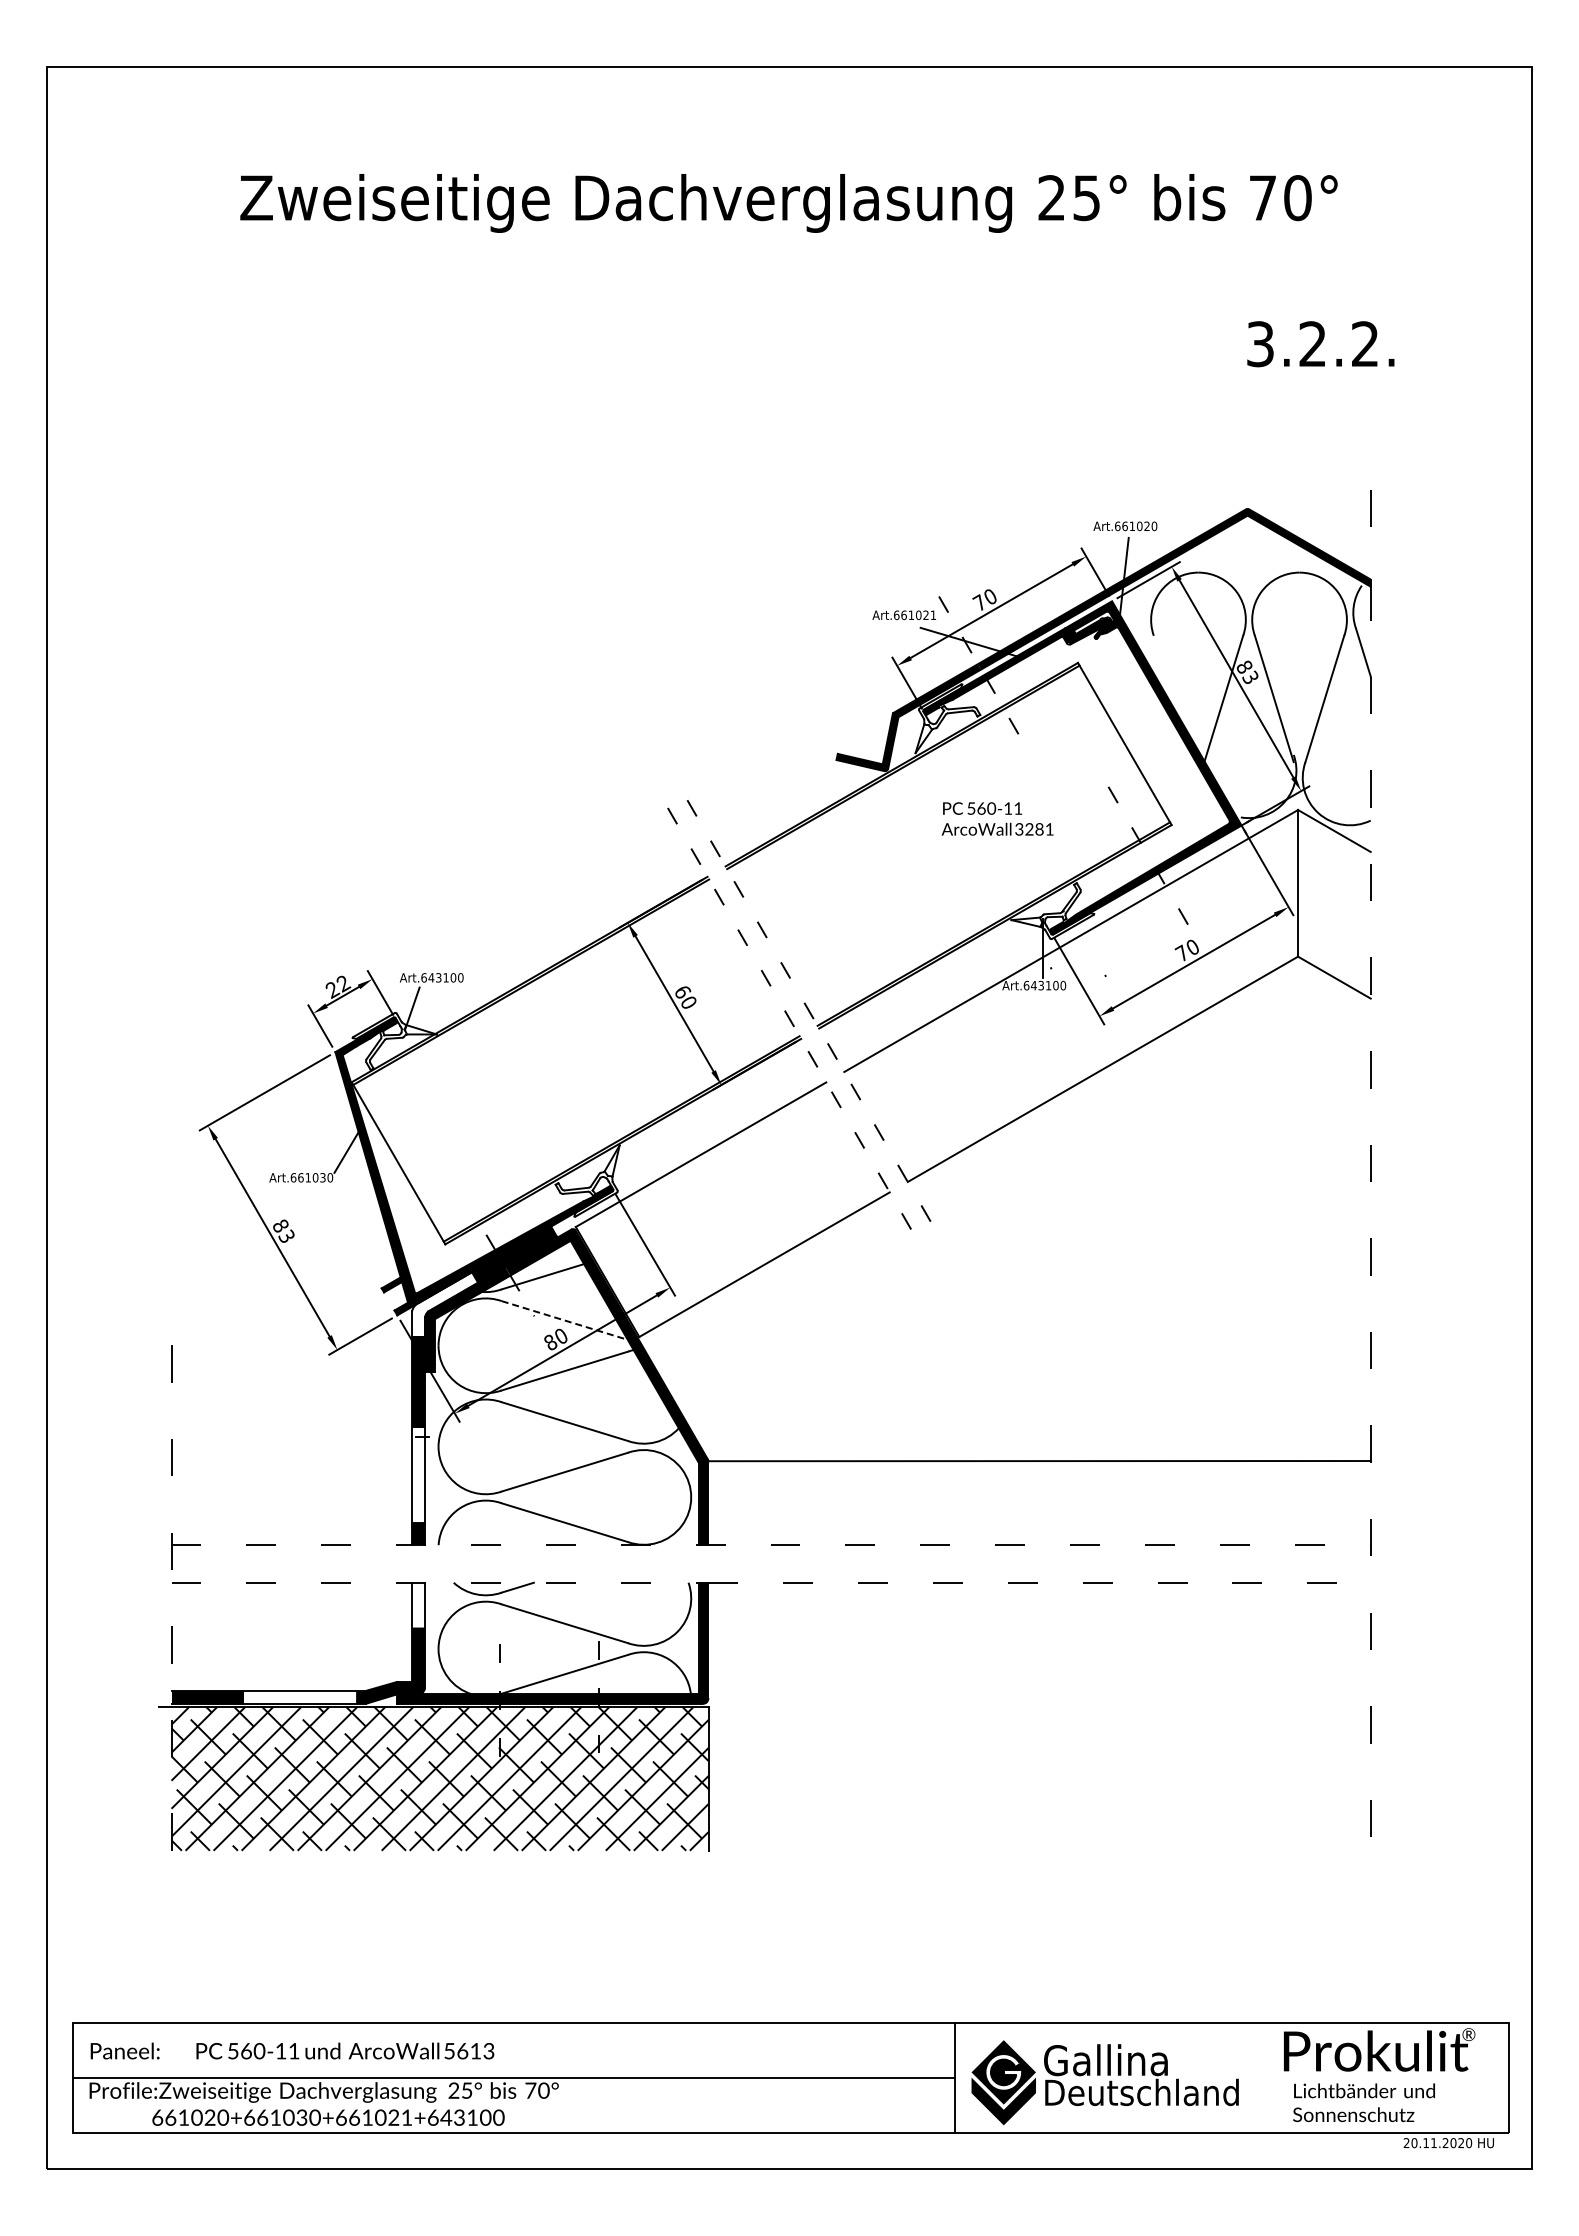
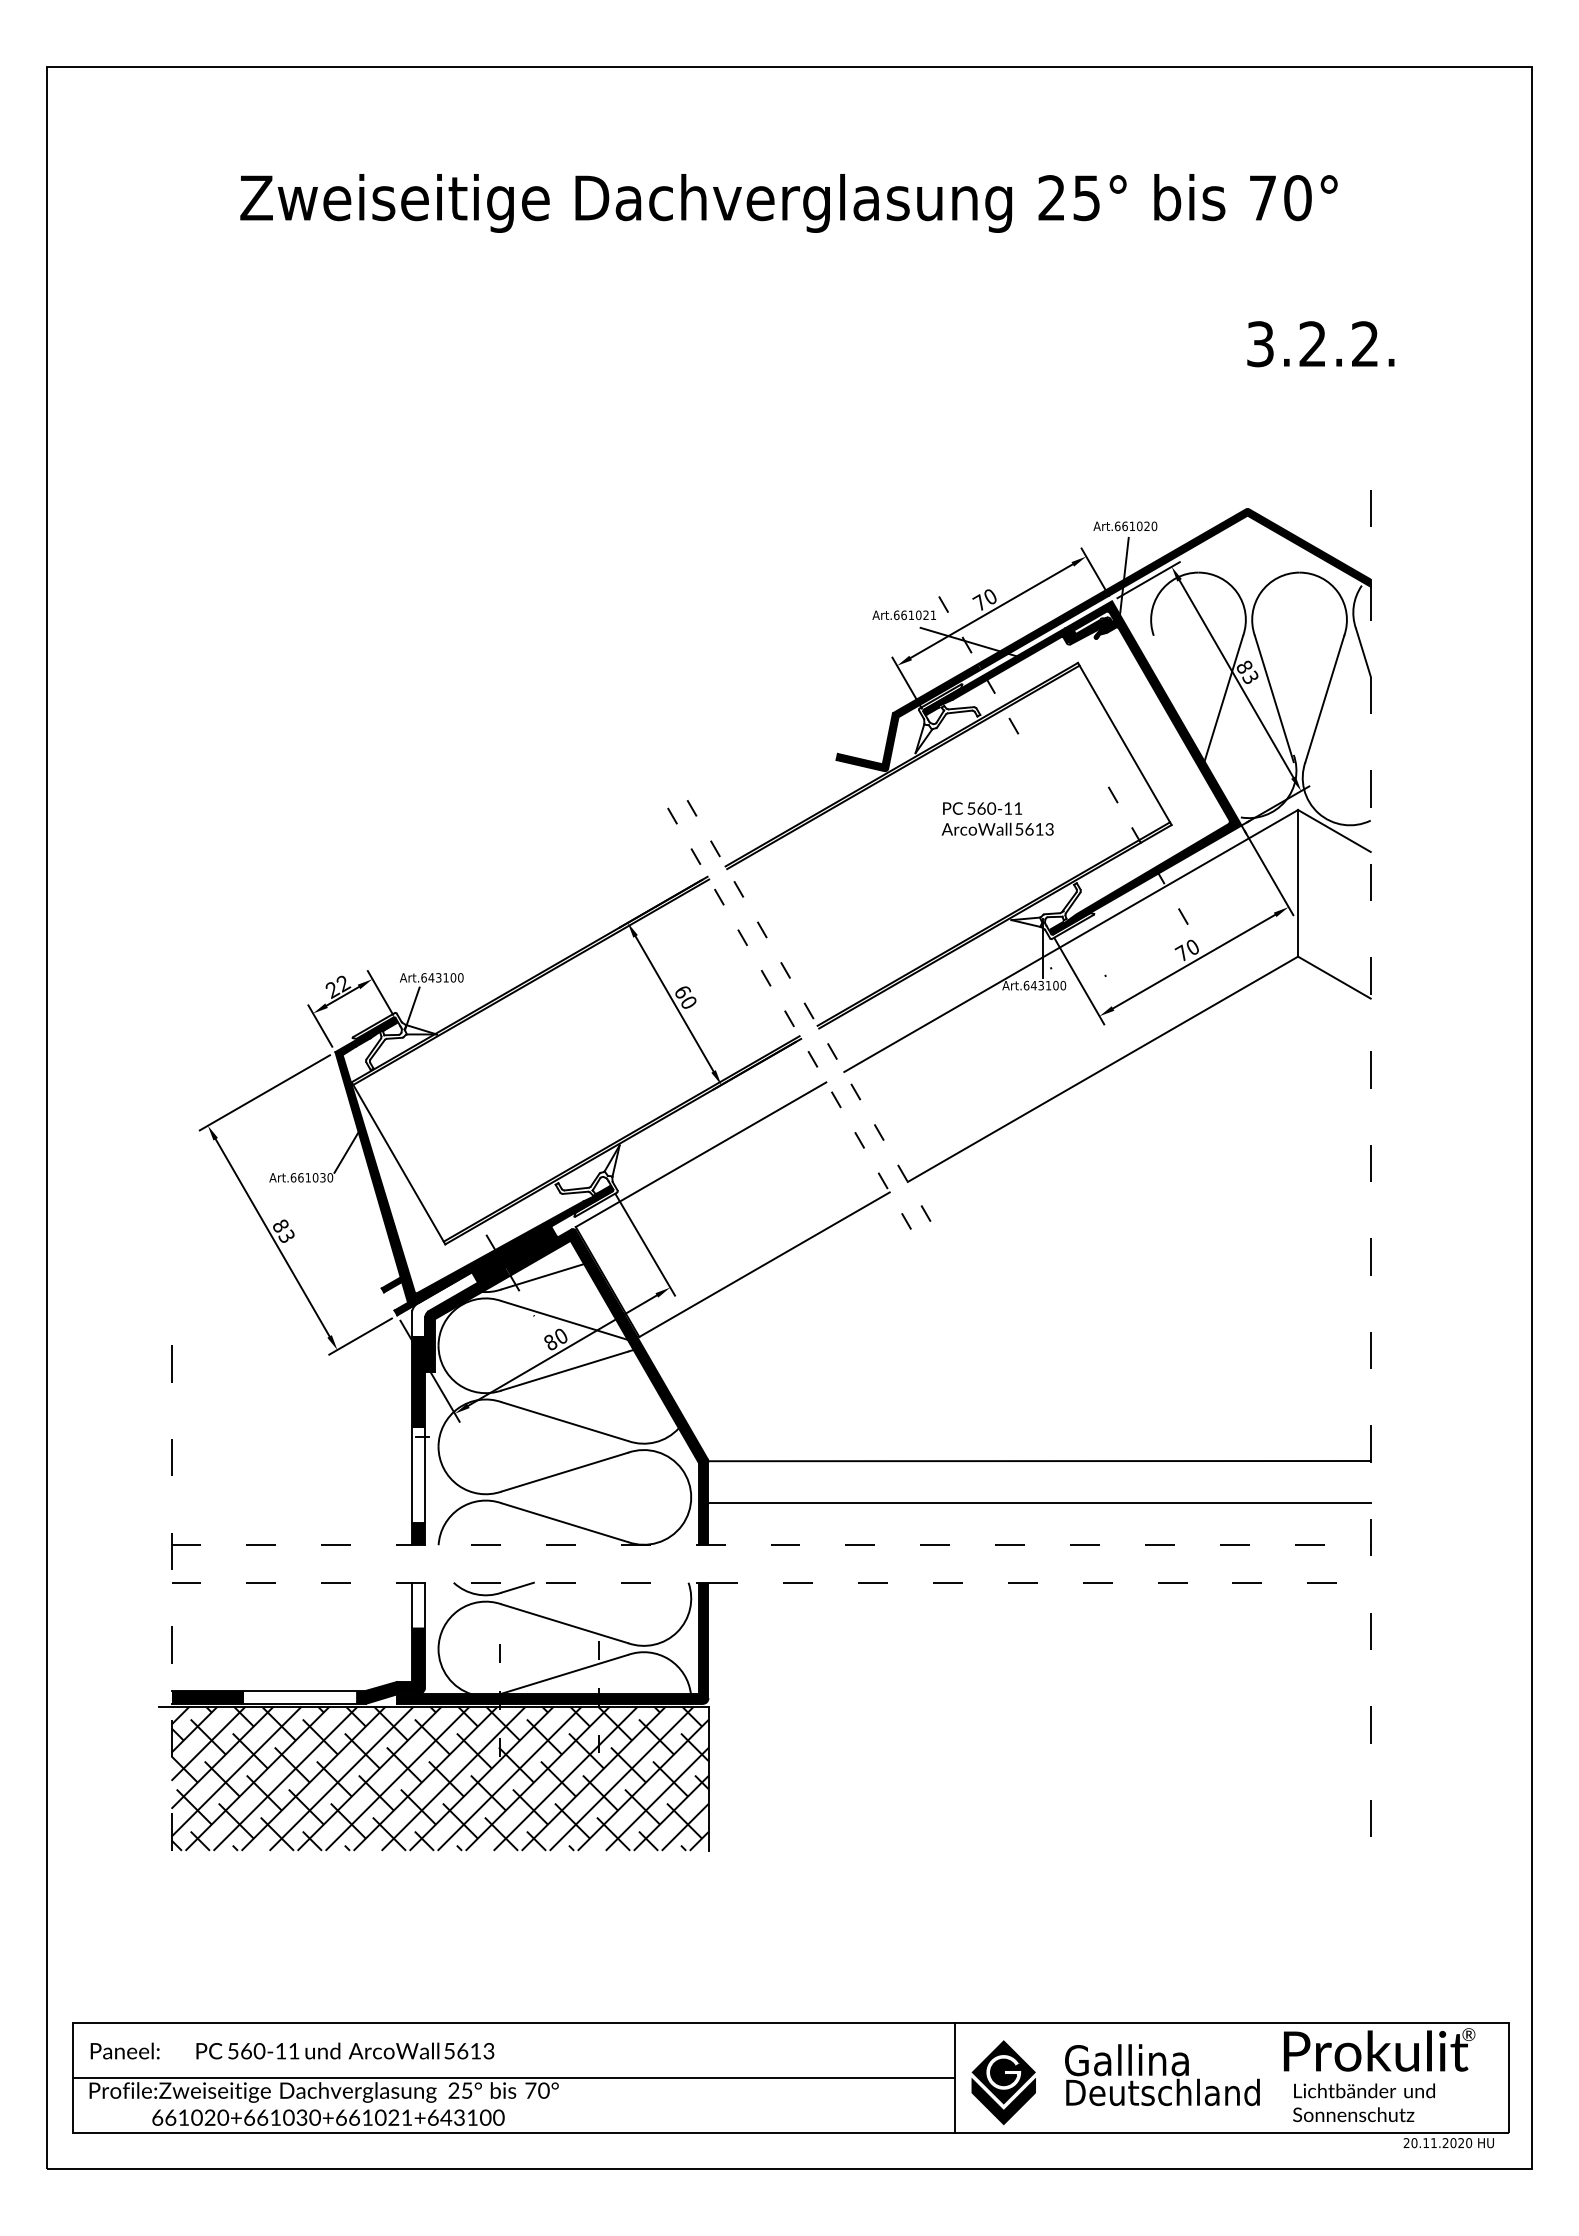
text at (1034, 829): 3281 -> 5613
line at (564, 1320): dashed -> solid
line at (1039, 1503): none -> present
text at (1141, 2075) position: (1141, 2075) -> (1162, 2075)
